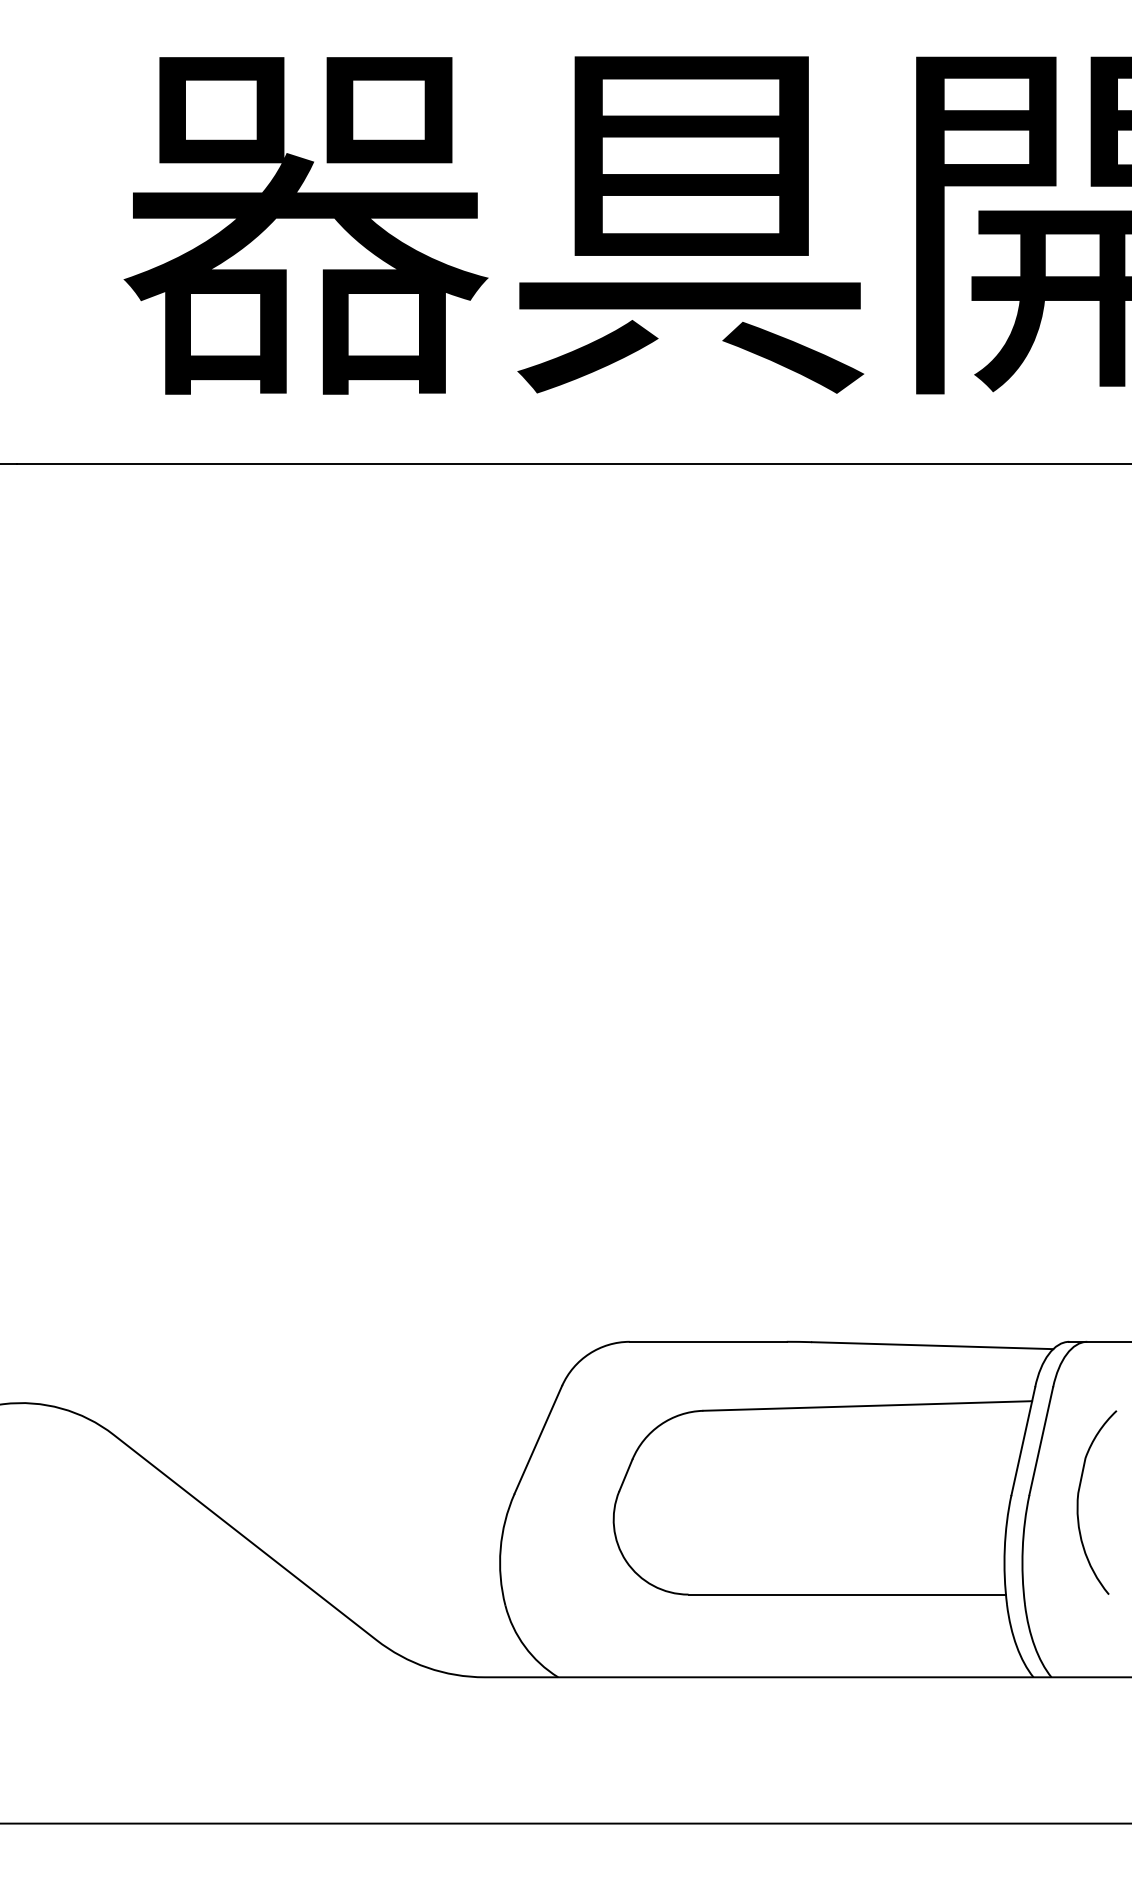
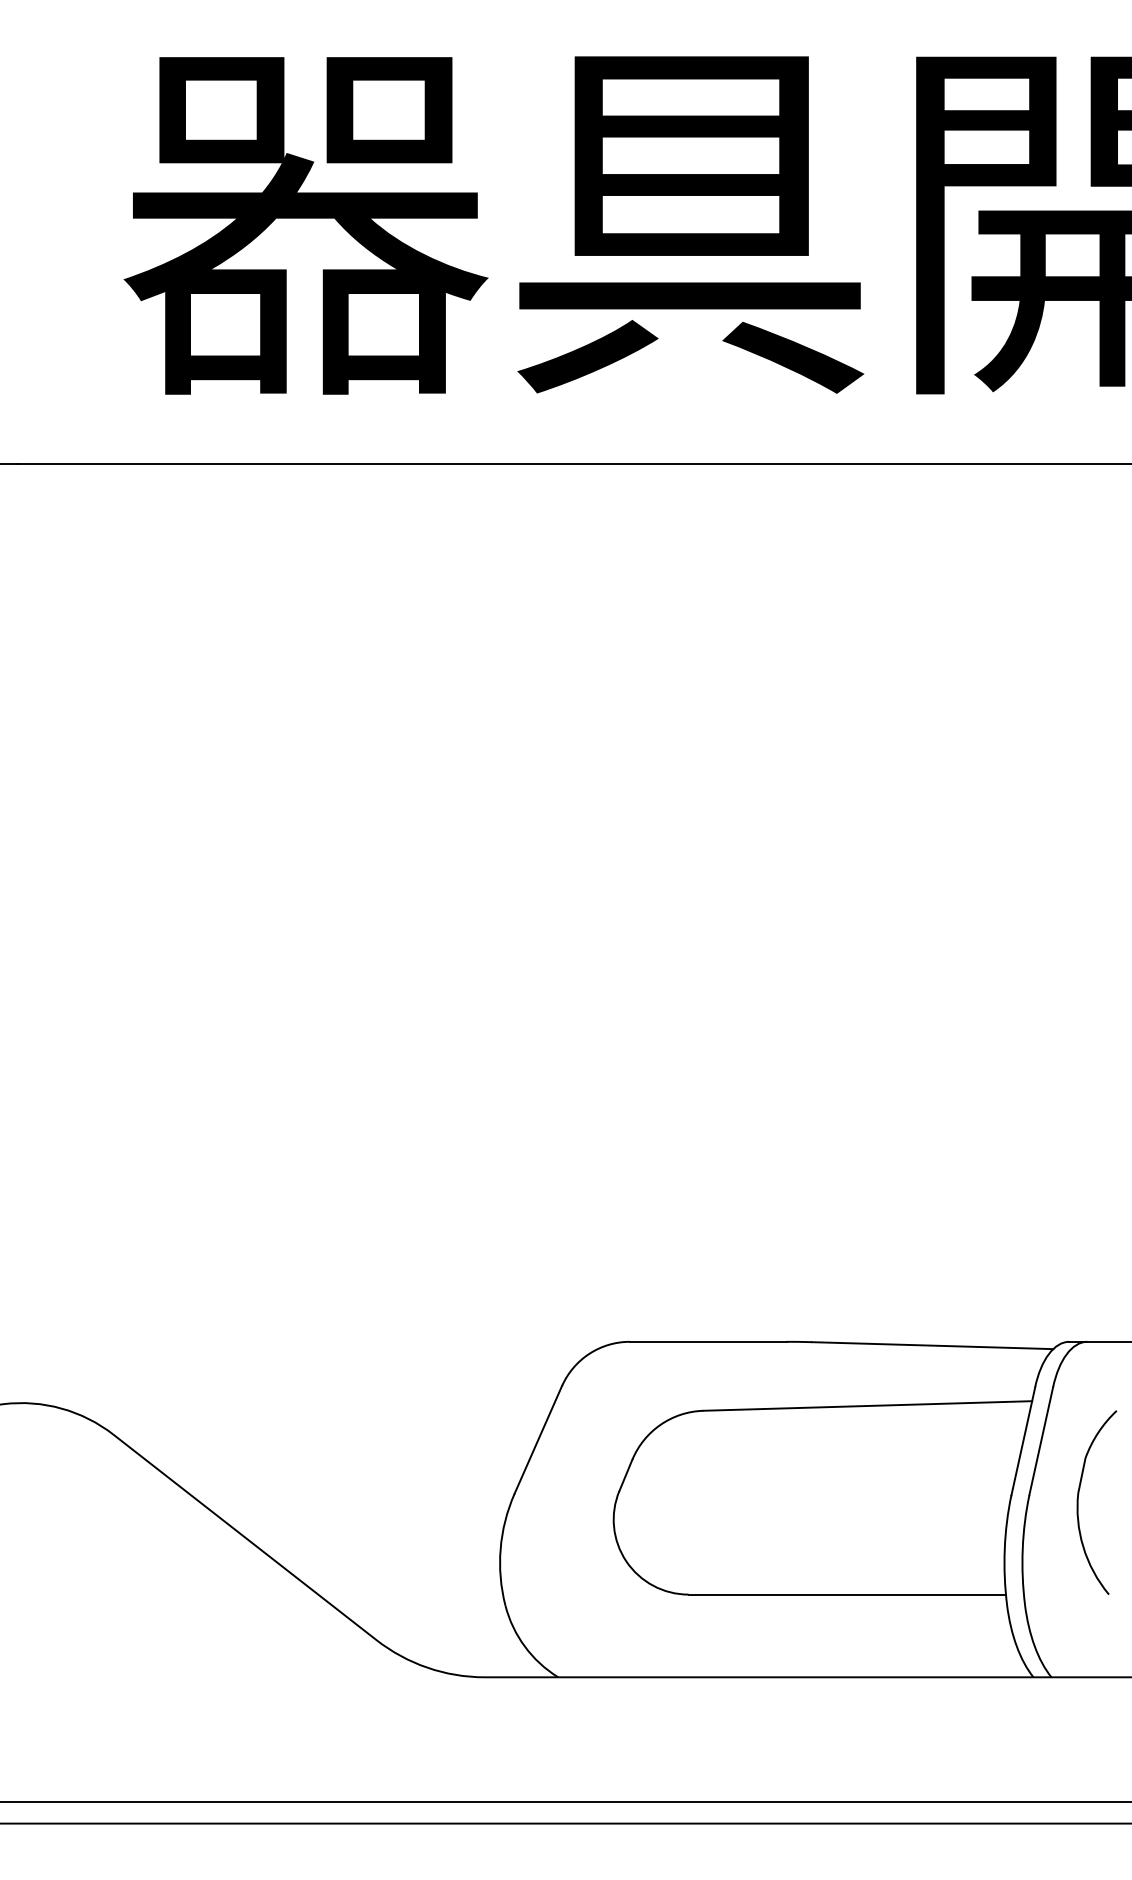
line at (565, 1801): none -> present
